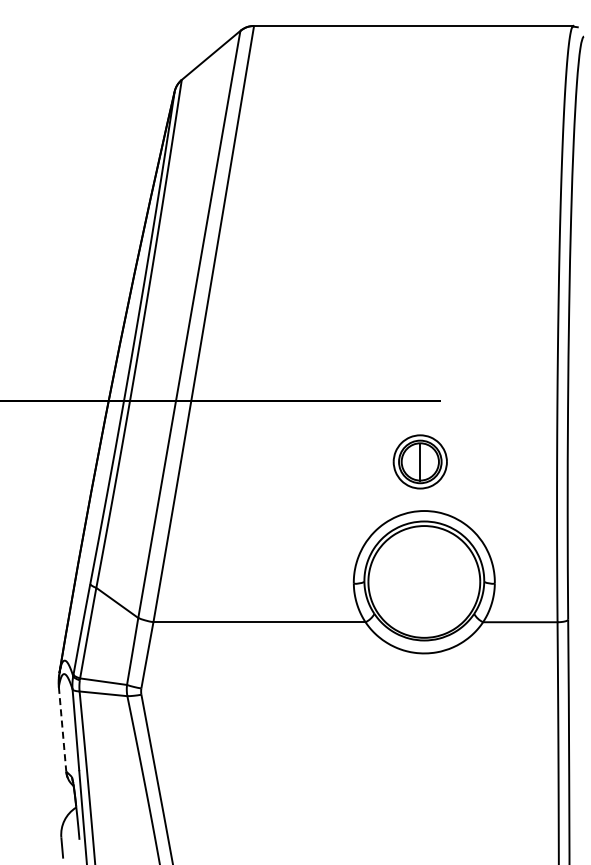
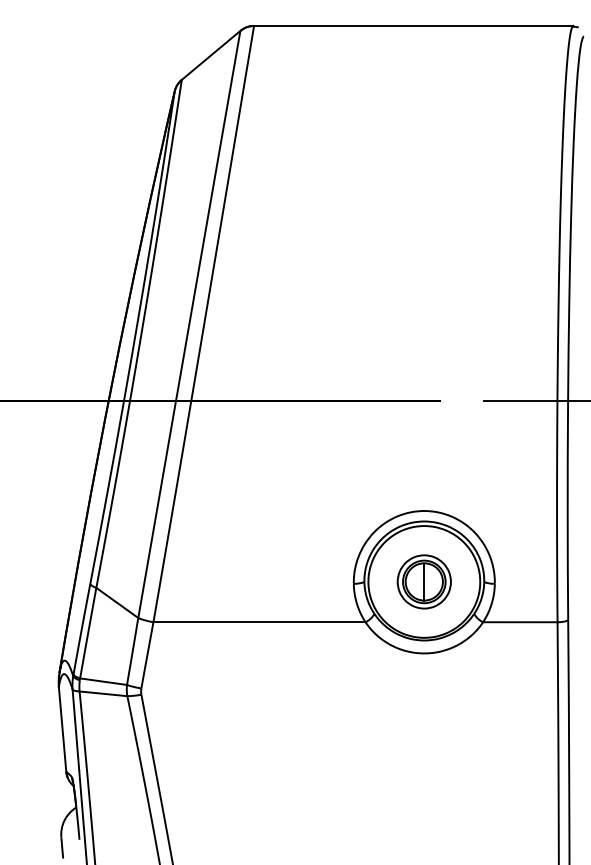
line at (534, 400): none -> present
part at (419, 461) position: (419, 461) -> (423, 581)
line at (62, 729): dashed -> solid
